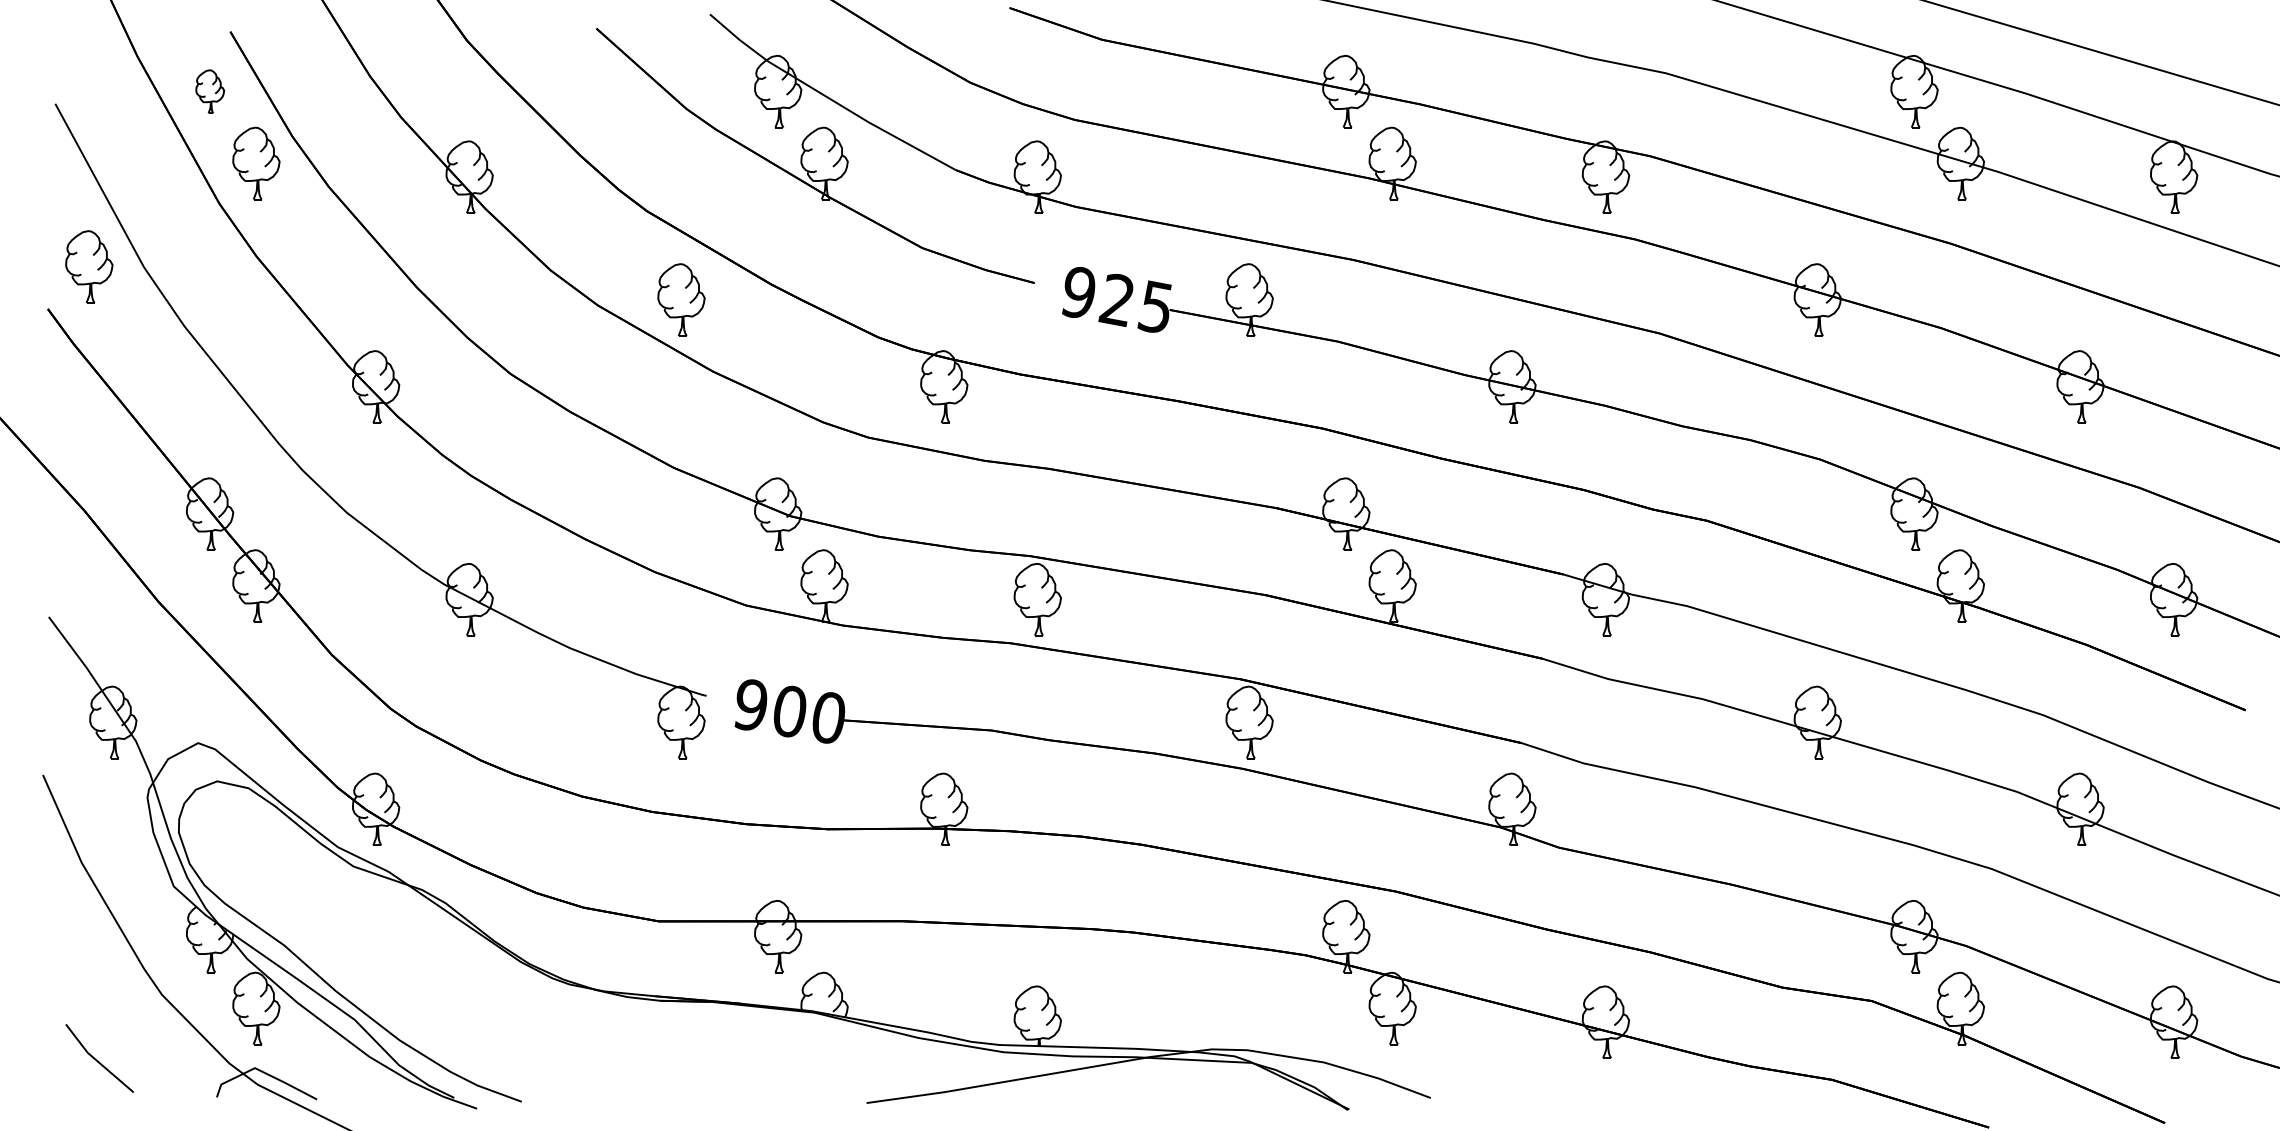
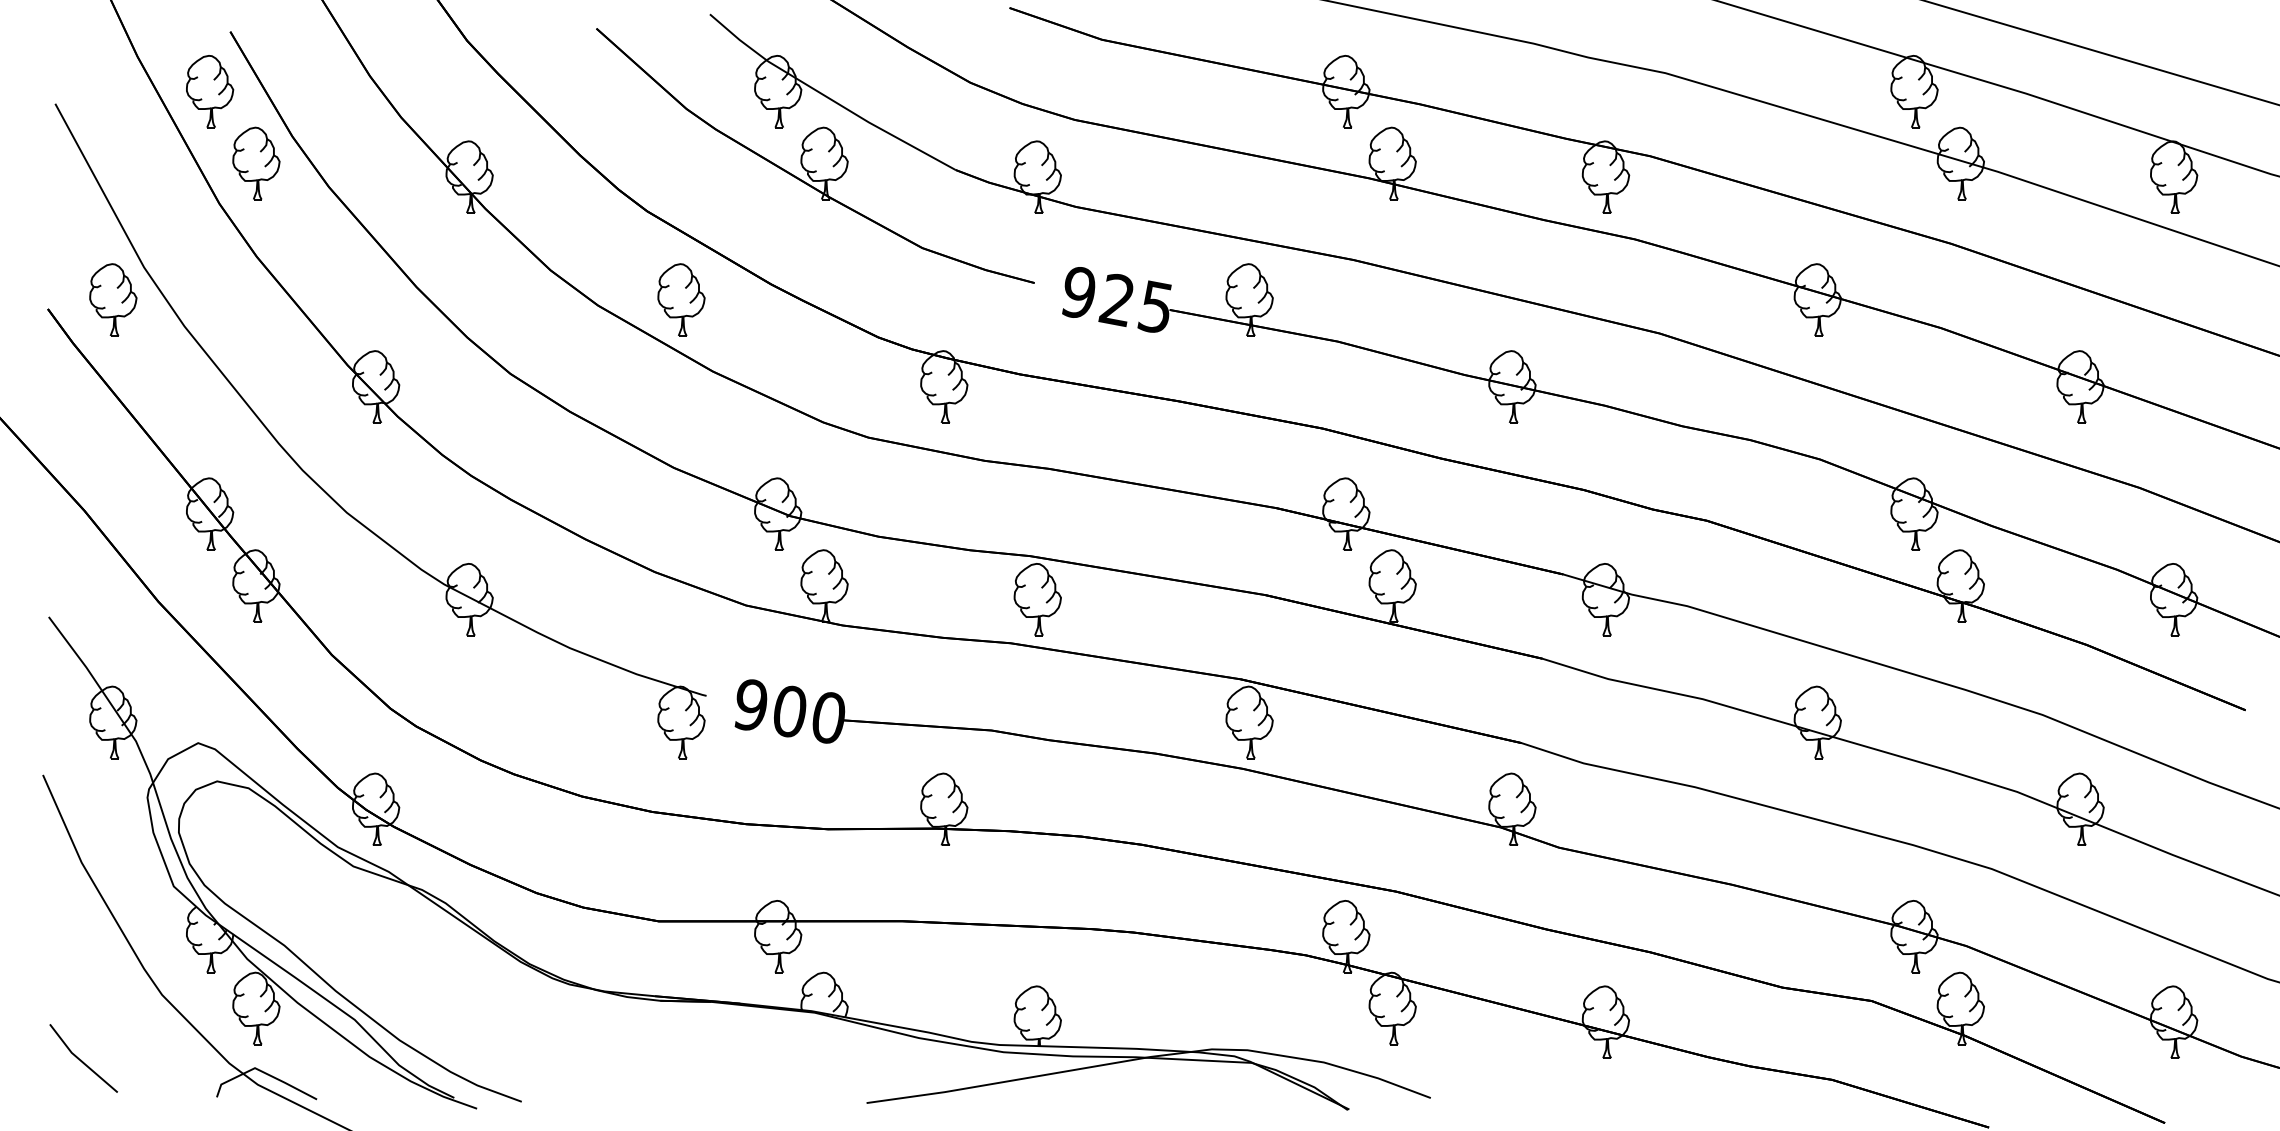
part at (209, 91) size: 30x45 px -> 49x74 px
part at (89, 266) position: (89, 266) -> (113, 299)
line at (97, 1059) position: (97, 1059) -> (81, 1059)
